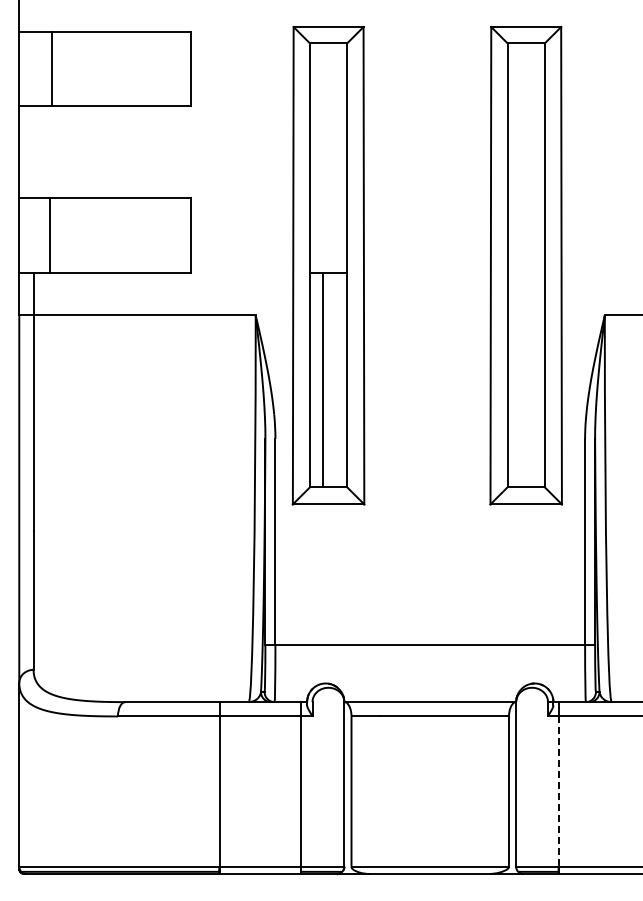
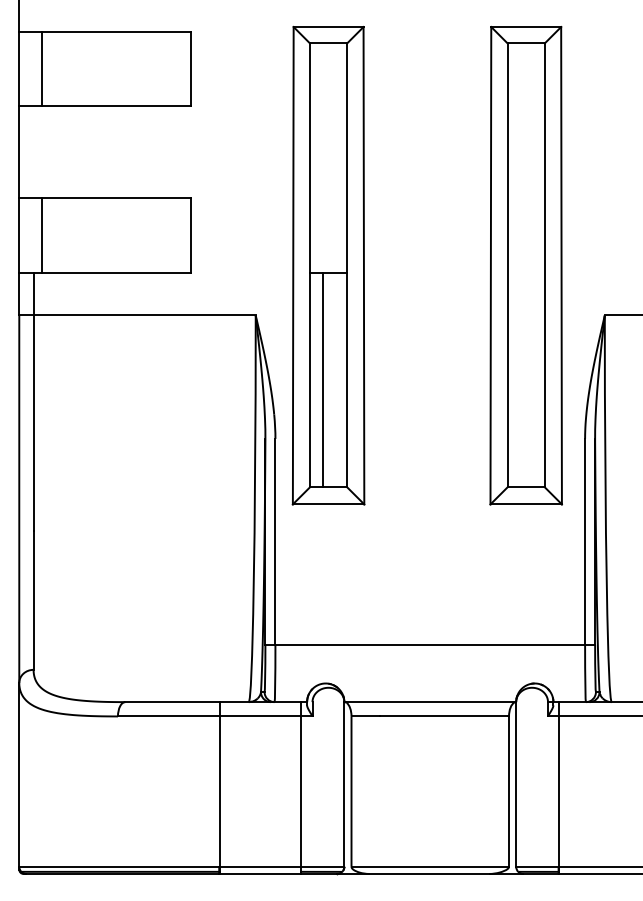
line at (52, 68) position: (52, 68) -> (42, 68)
line at (50, 235) position: (50, 235) -> (42, 235)
line at (559, 792): dashed -> solid
